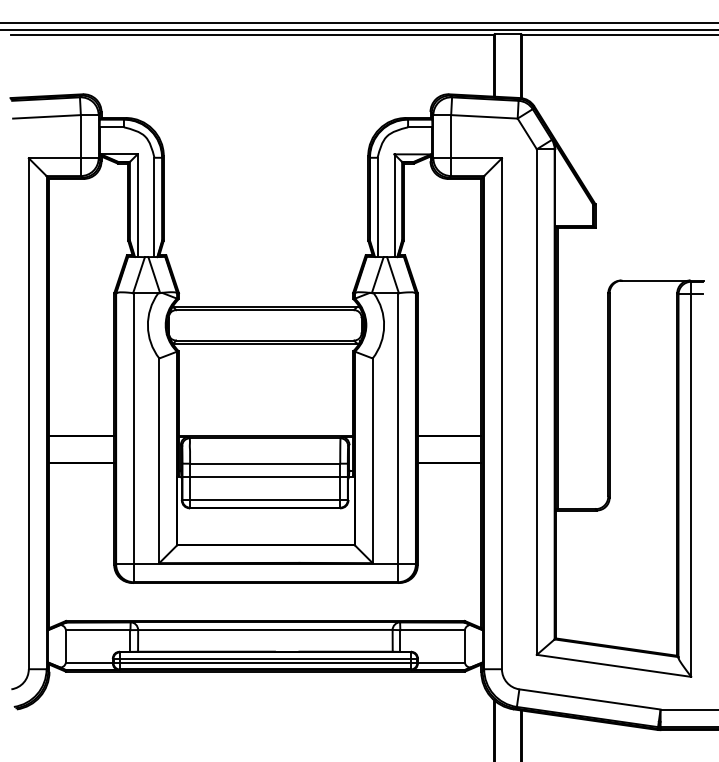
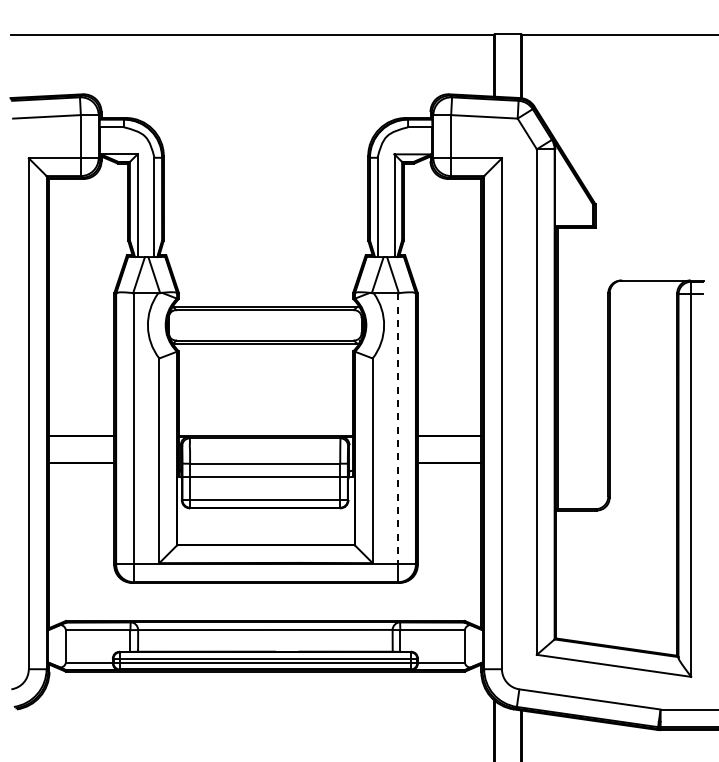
line at (358, 22): present -> none
line at (358, 30): present -> none
line at (398, 428): solid -> dashed
